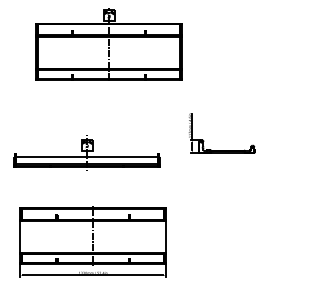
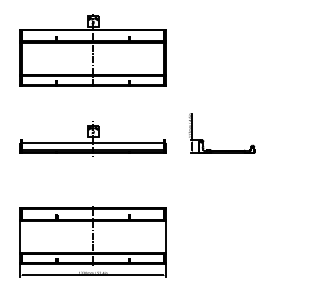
part at (108, 44) position: (108, 44) -> (92, 50)
part at (86, 152) position: (86, 152) -> (92, 138)
